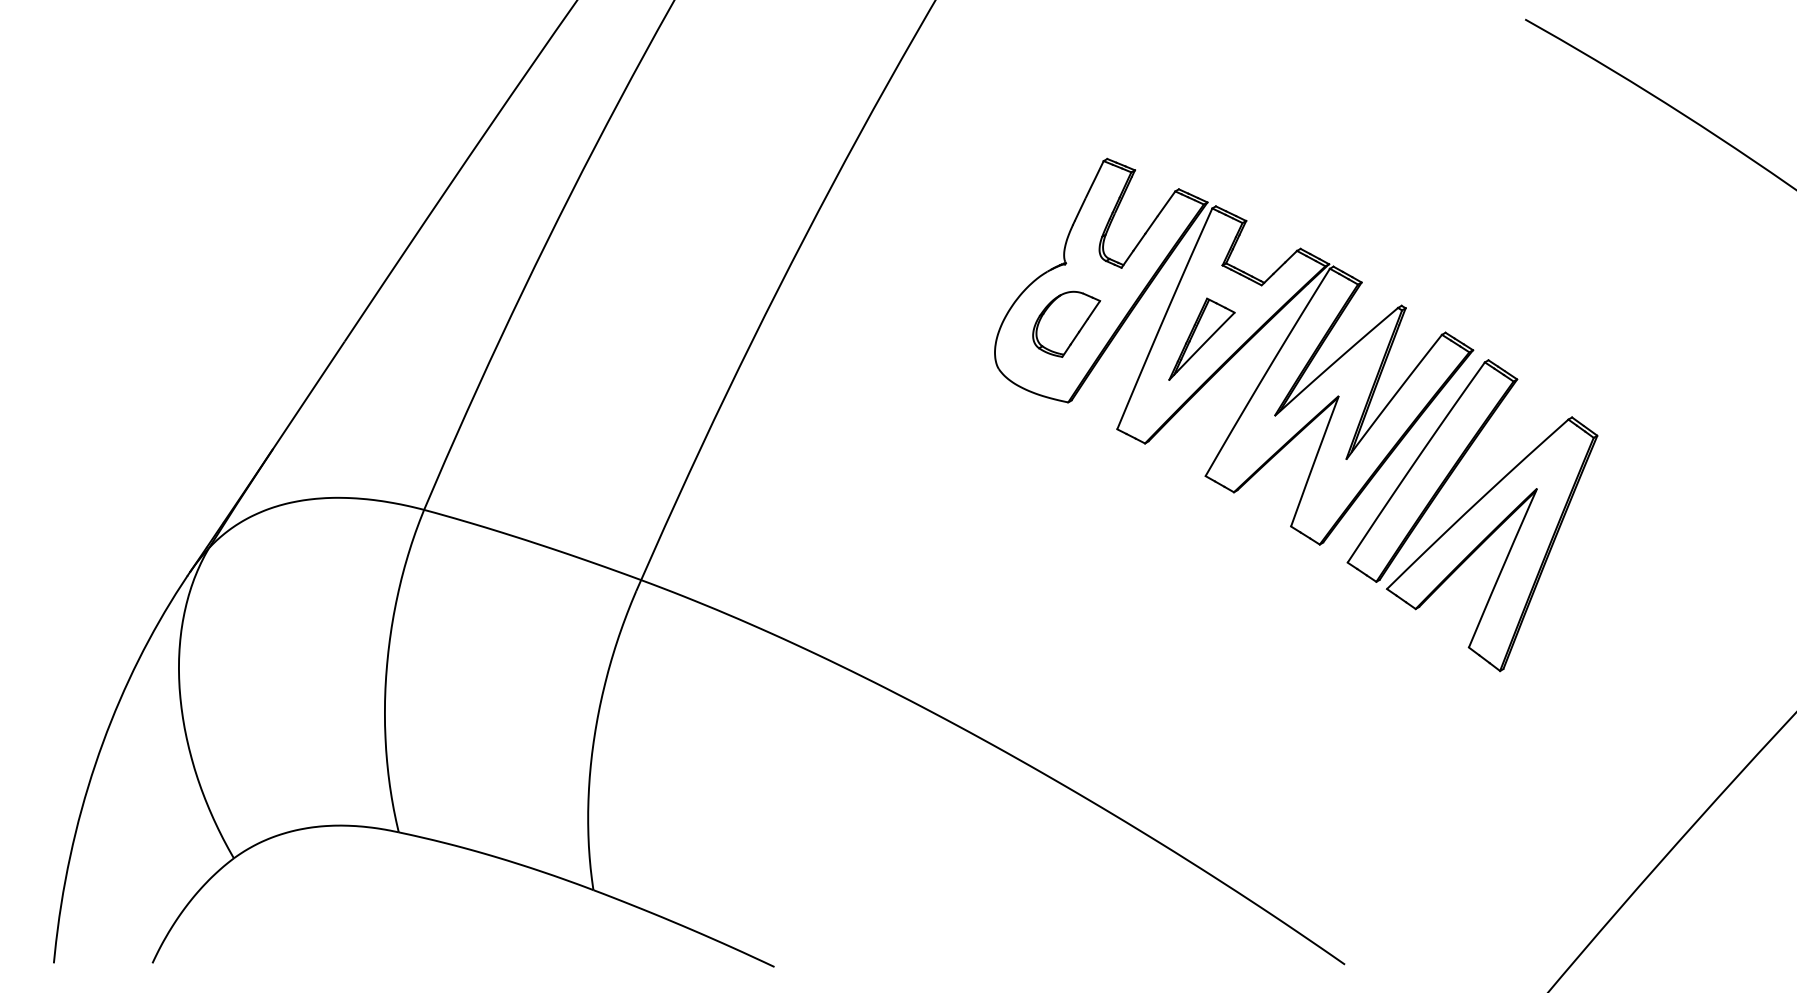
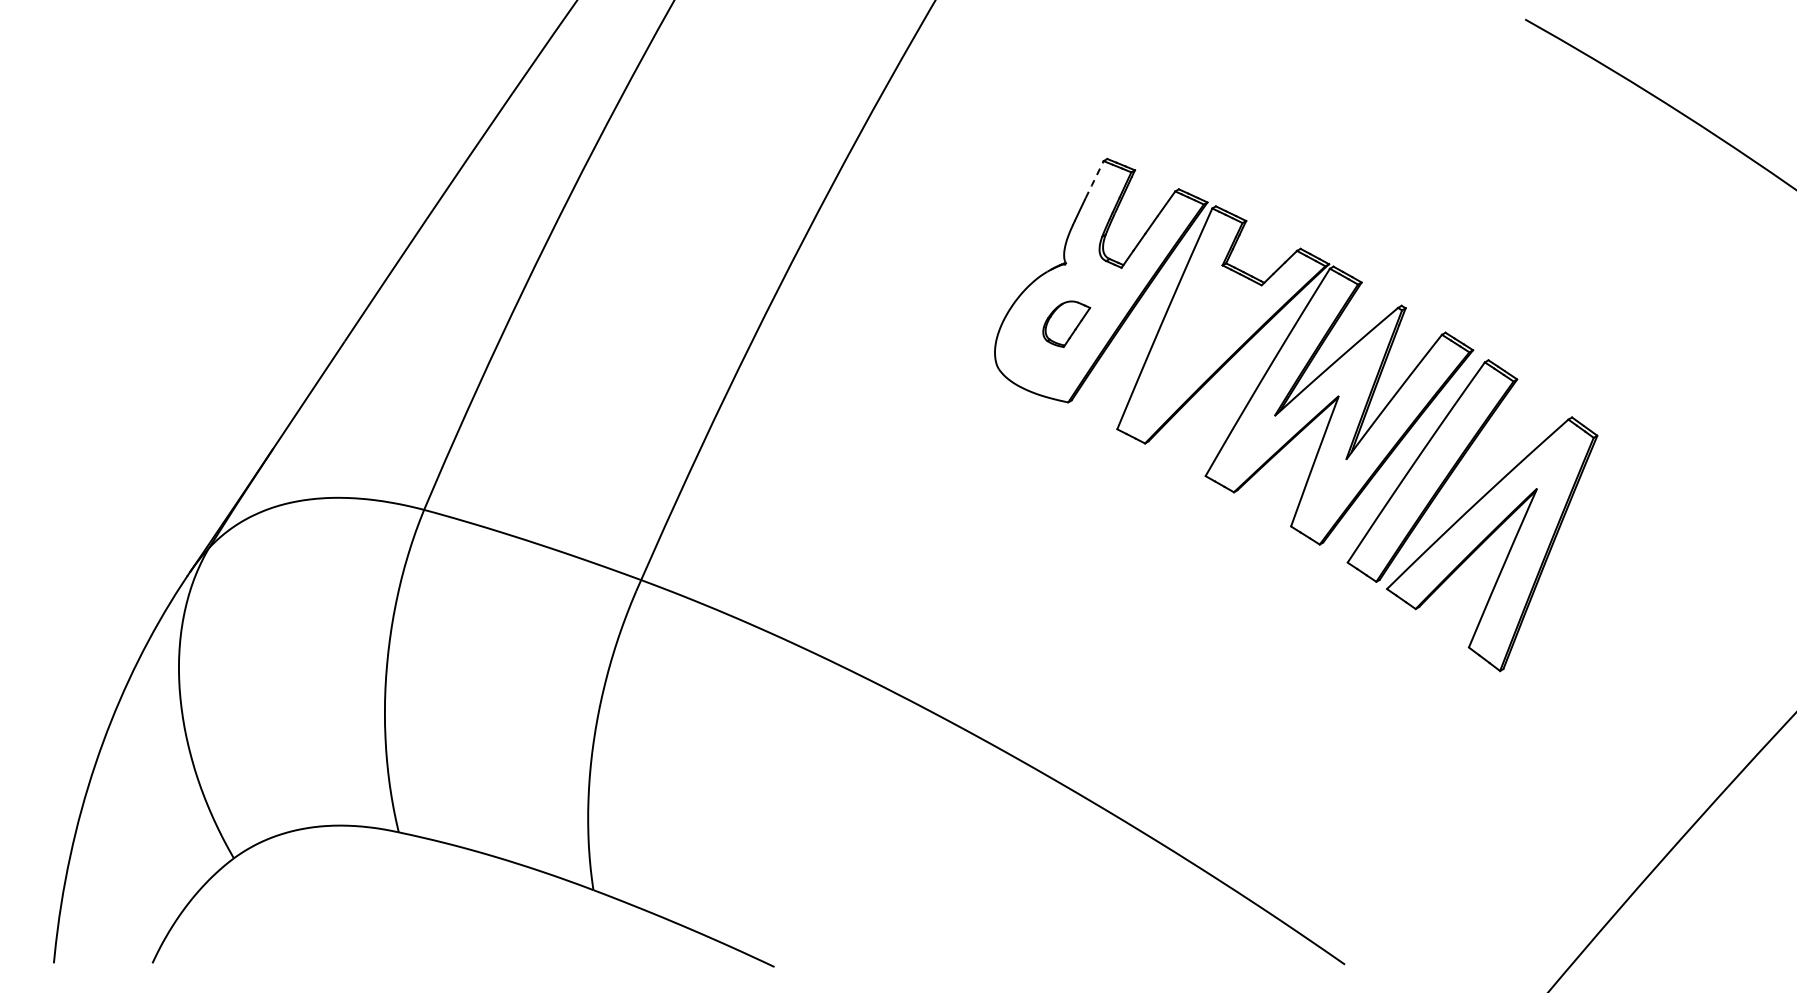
line at (1094, 179): solid -> dashed
part at (1066, 323) size: 70x68 px -> 50x48 px
part at (1201, 338): present -> none
